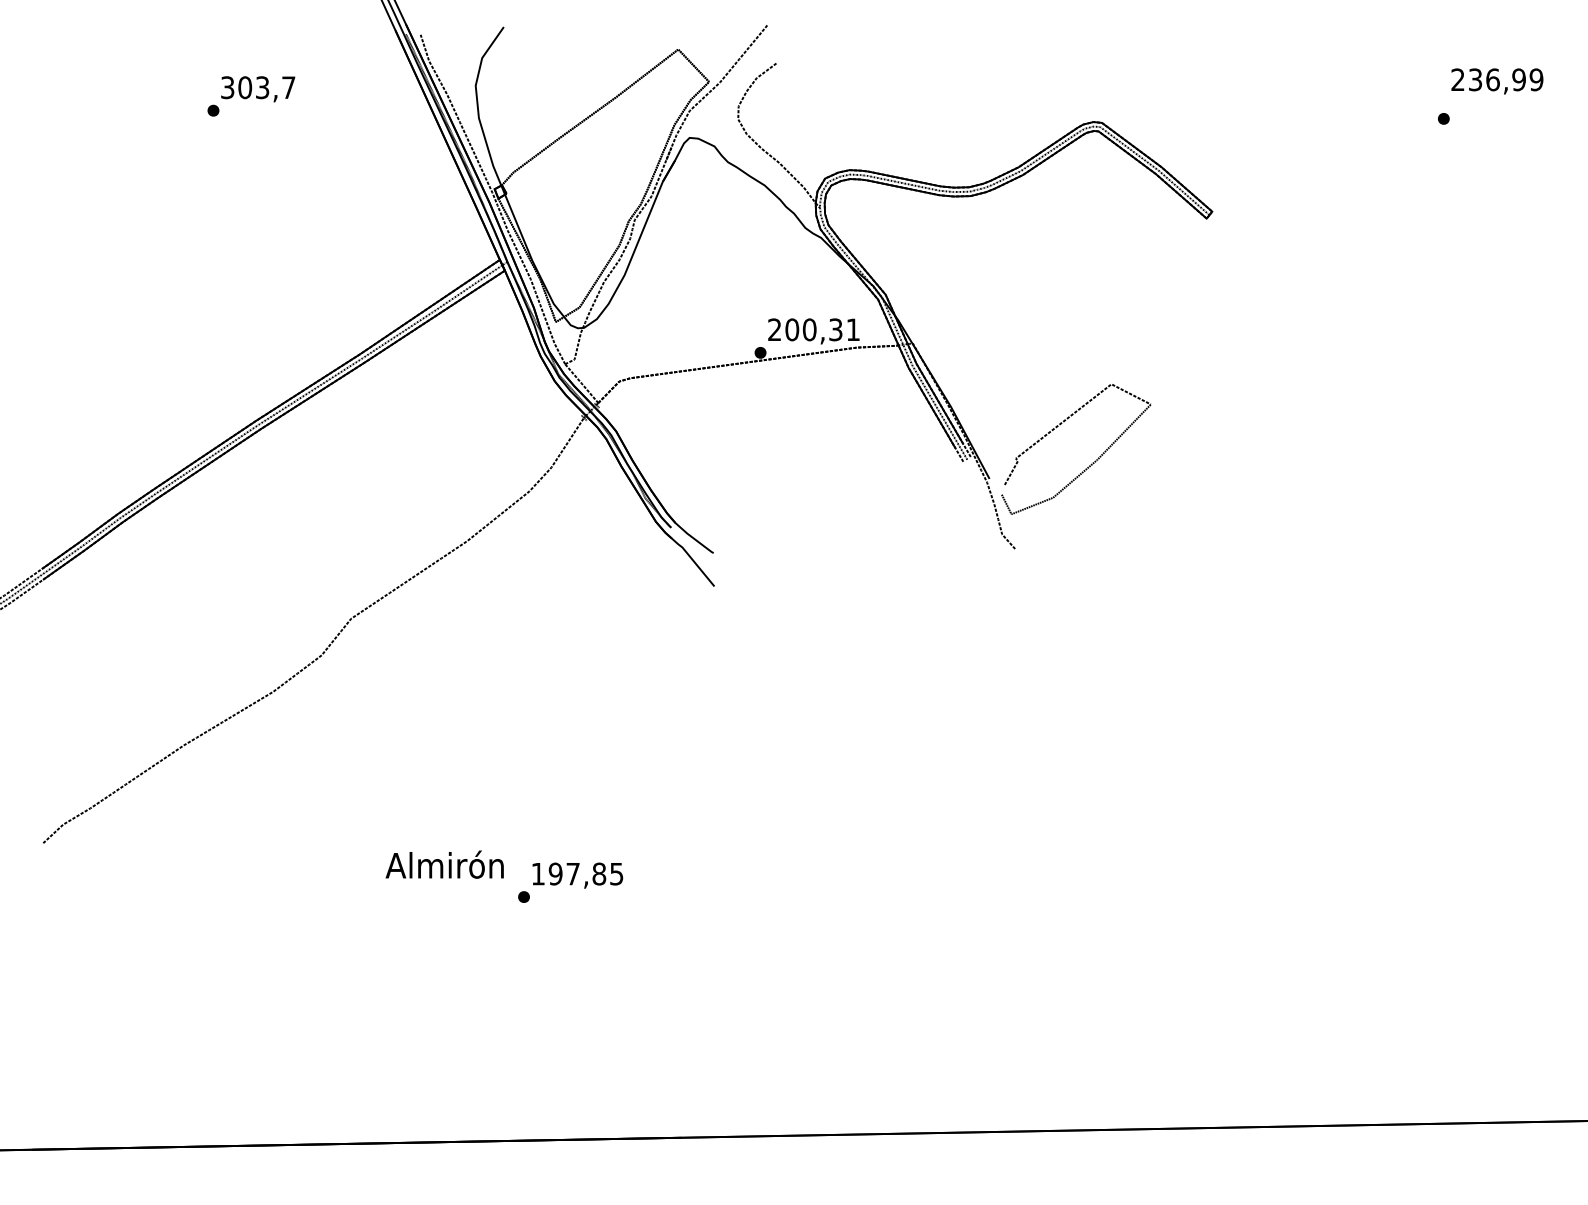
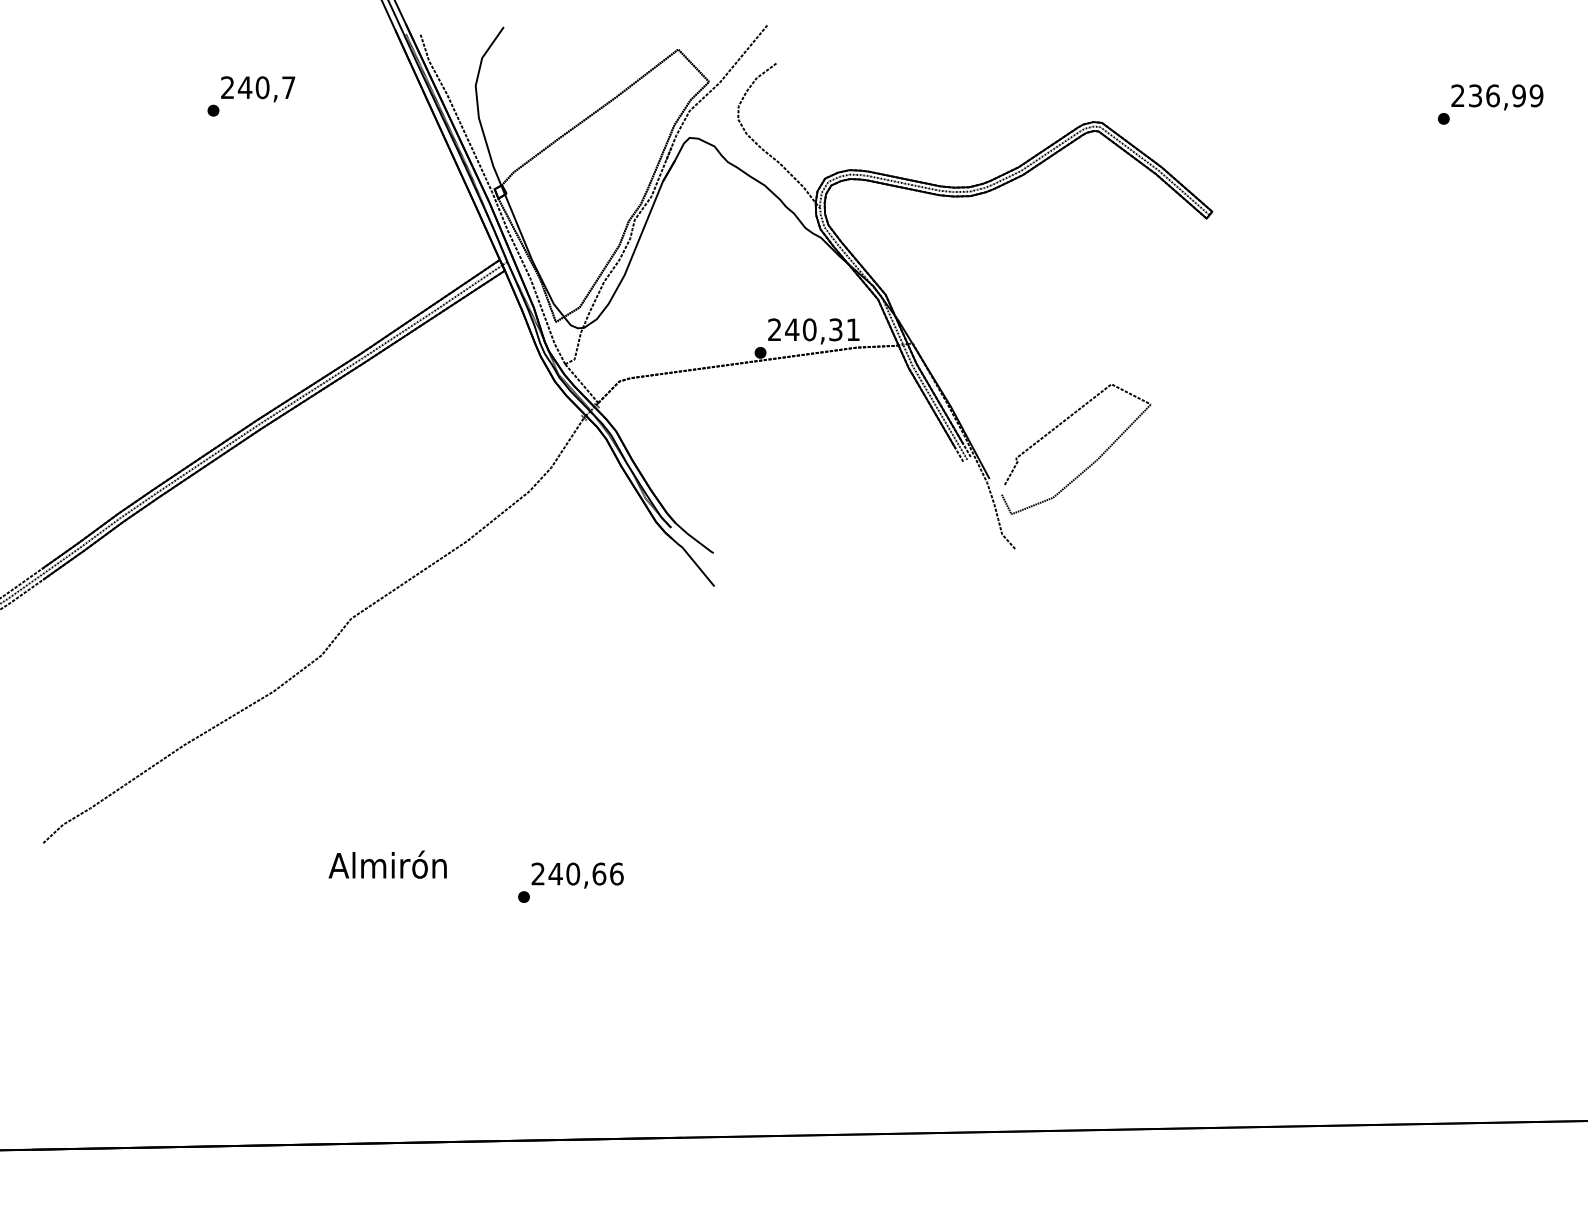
text at (1497, 81) position: (1497, 81) -> (1497, 97)
text at (245, 87): 303,7 -> 240,7
text at (792, 329): 200,31 -> 240,31
text at (444, 864) position: (444, 864) -> (387, 864)
text at (577, 873): 197,85 -> 240,66
